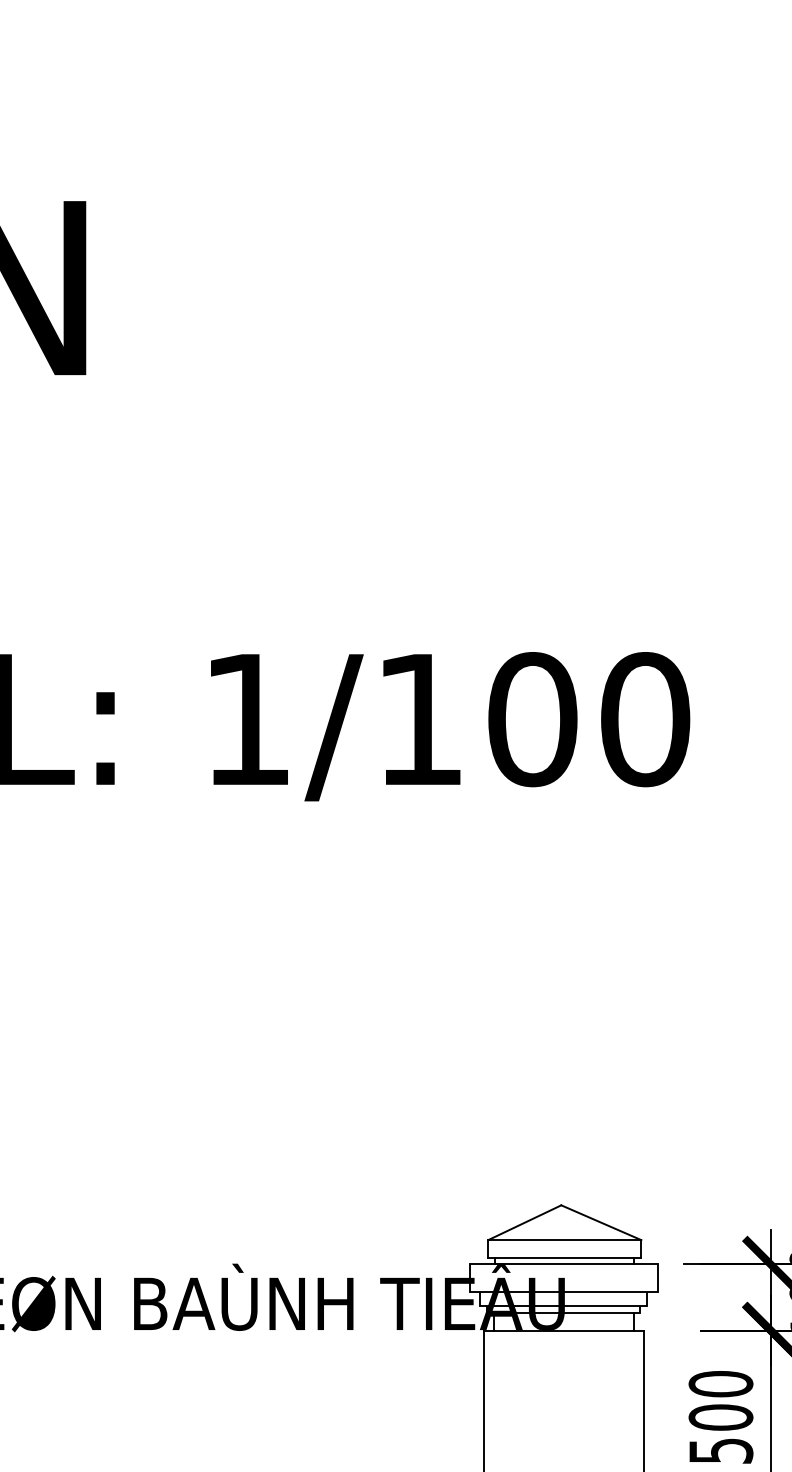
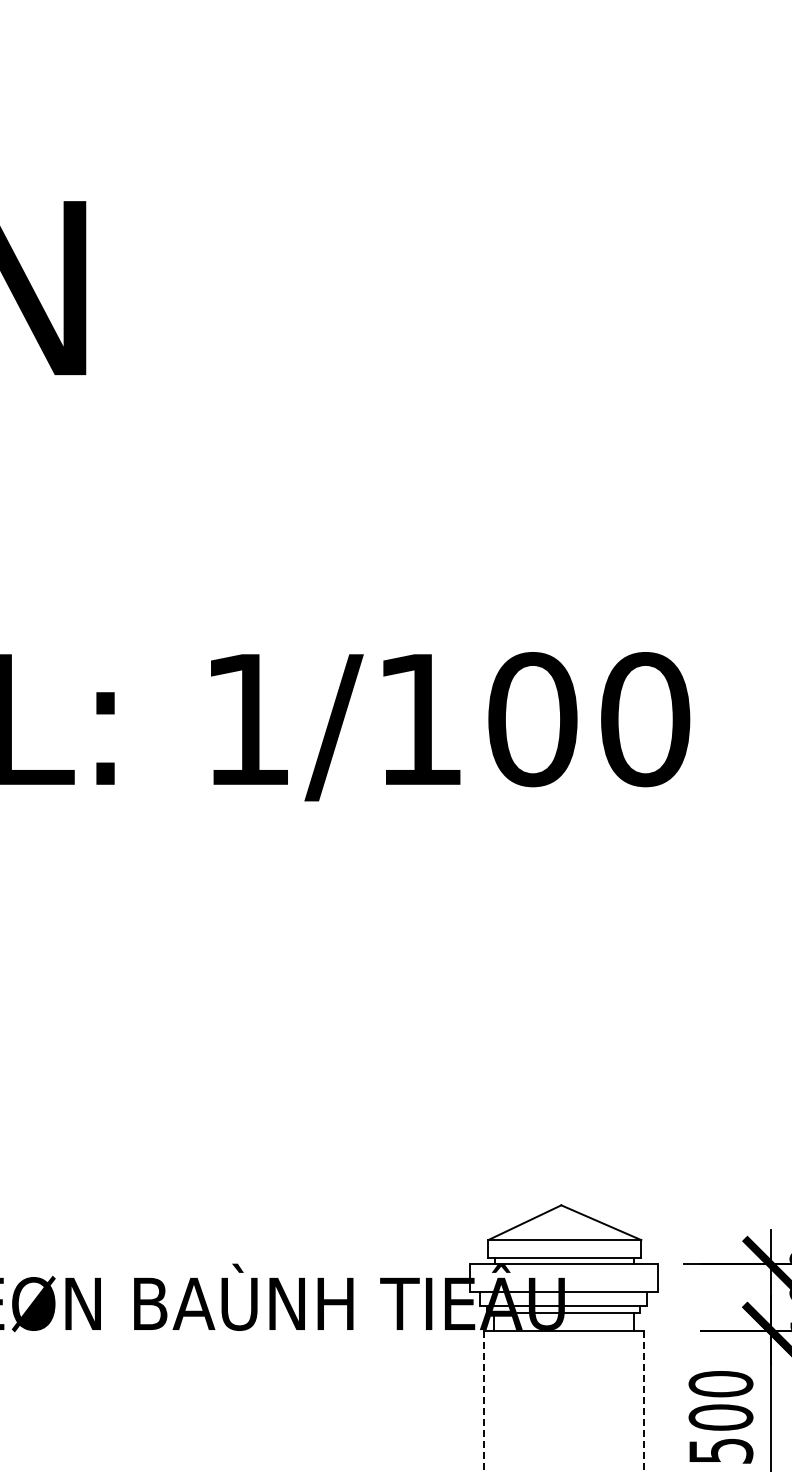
line at (483, 1401): solid -> dashed
line at (643, 1401): solid -> dashed
